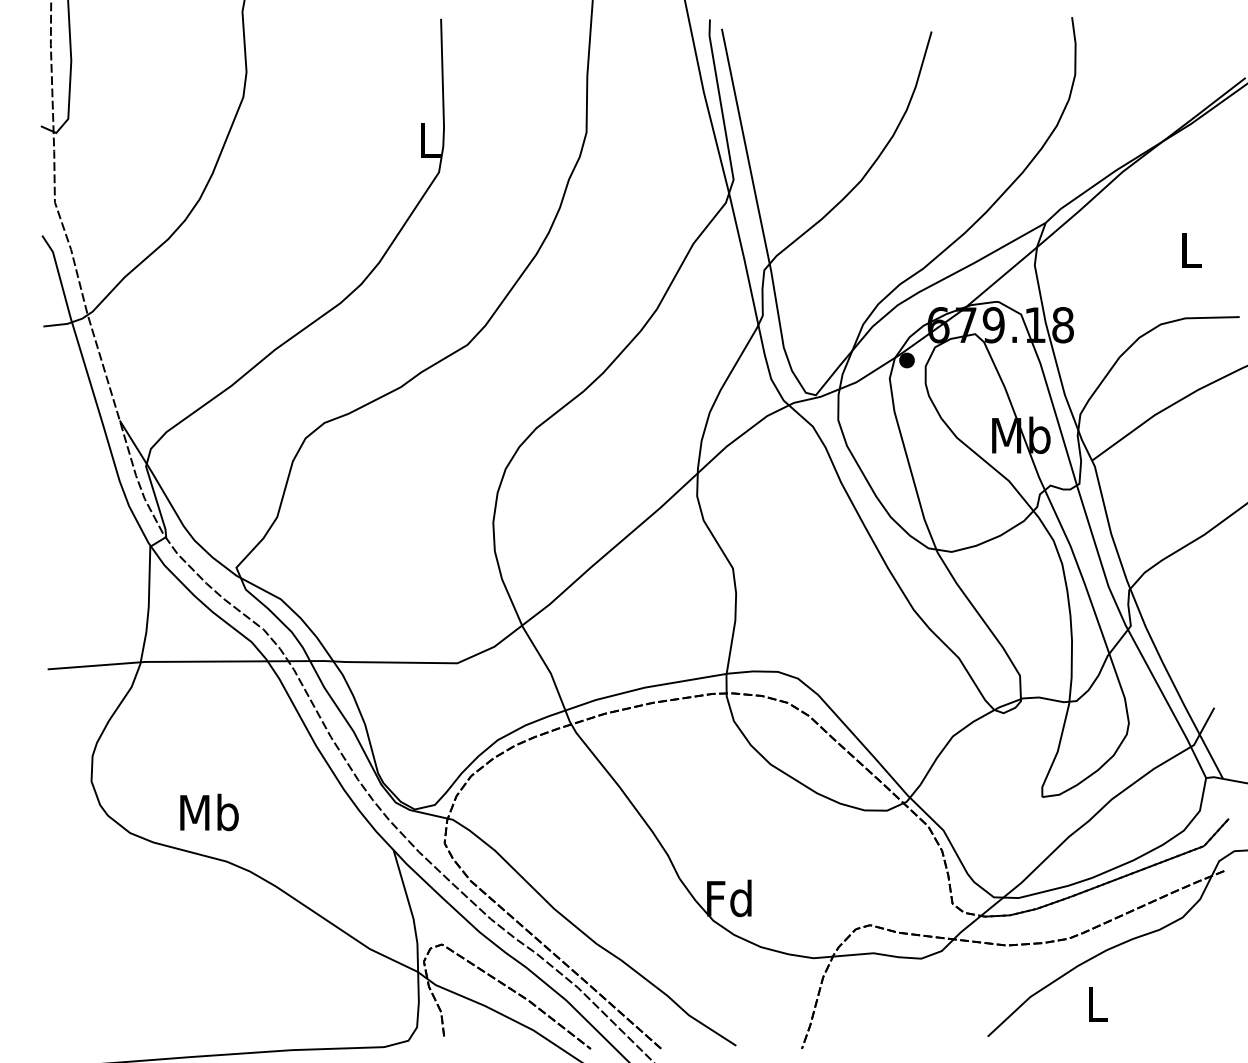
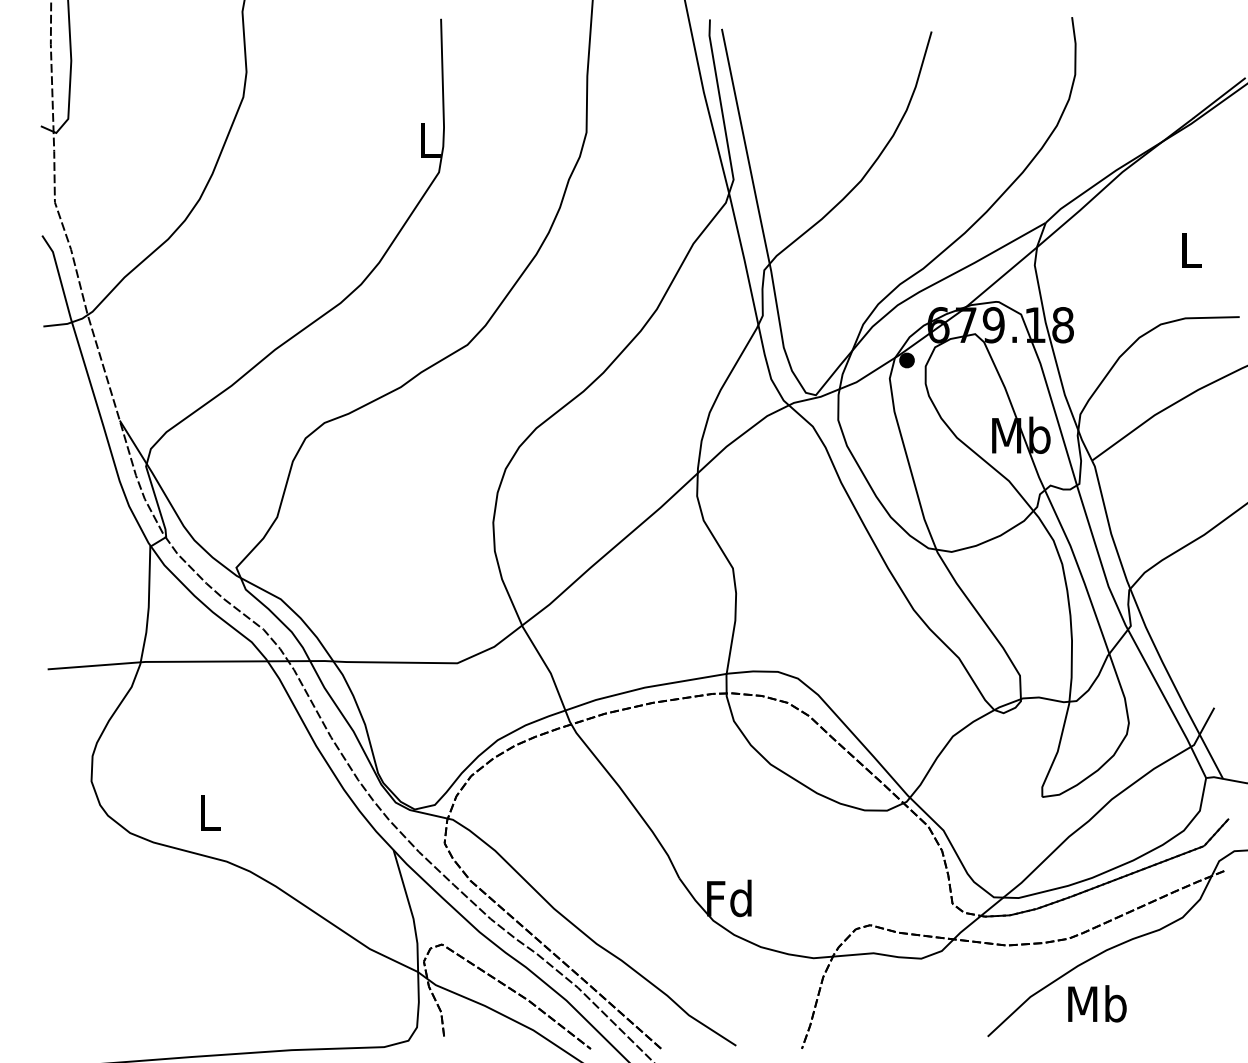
text at (209, 812): Mb -> L
text at (1097, 1003): L -> Mb
